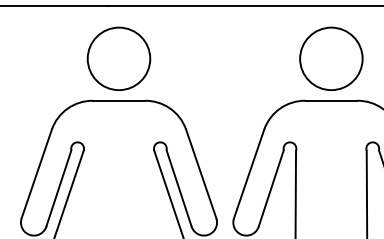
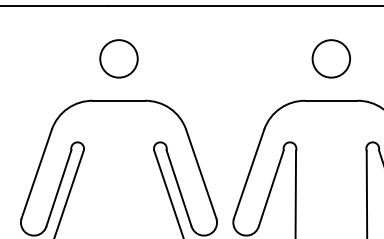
circle at (118, 58) diameter: 63 px -> 38 px
circle at (331, 58) diameter: 63 px -> 38 px
